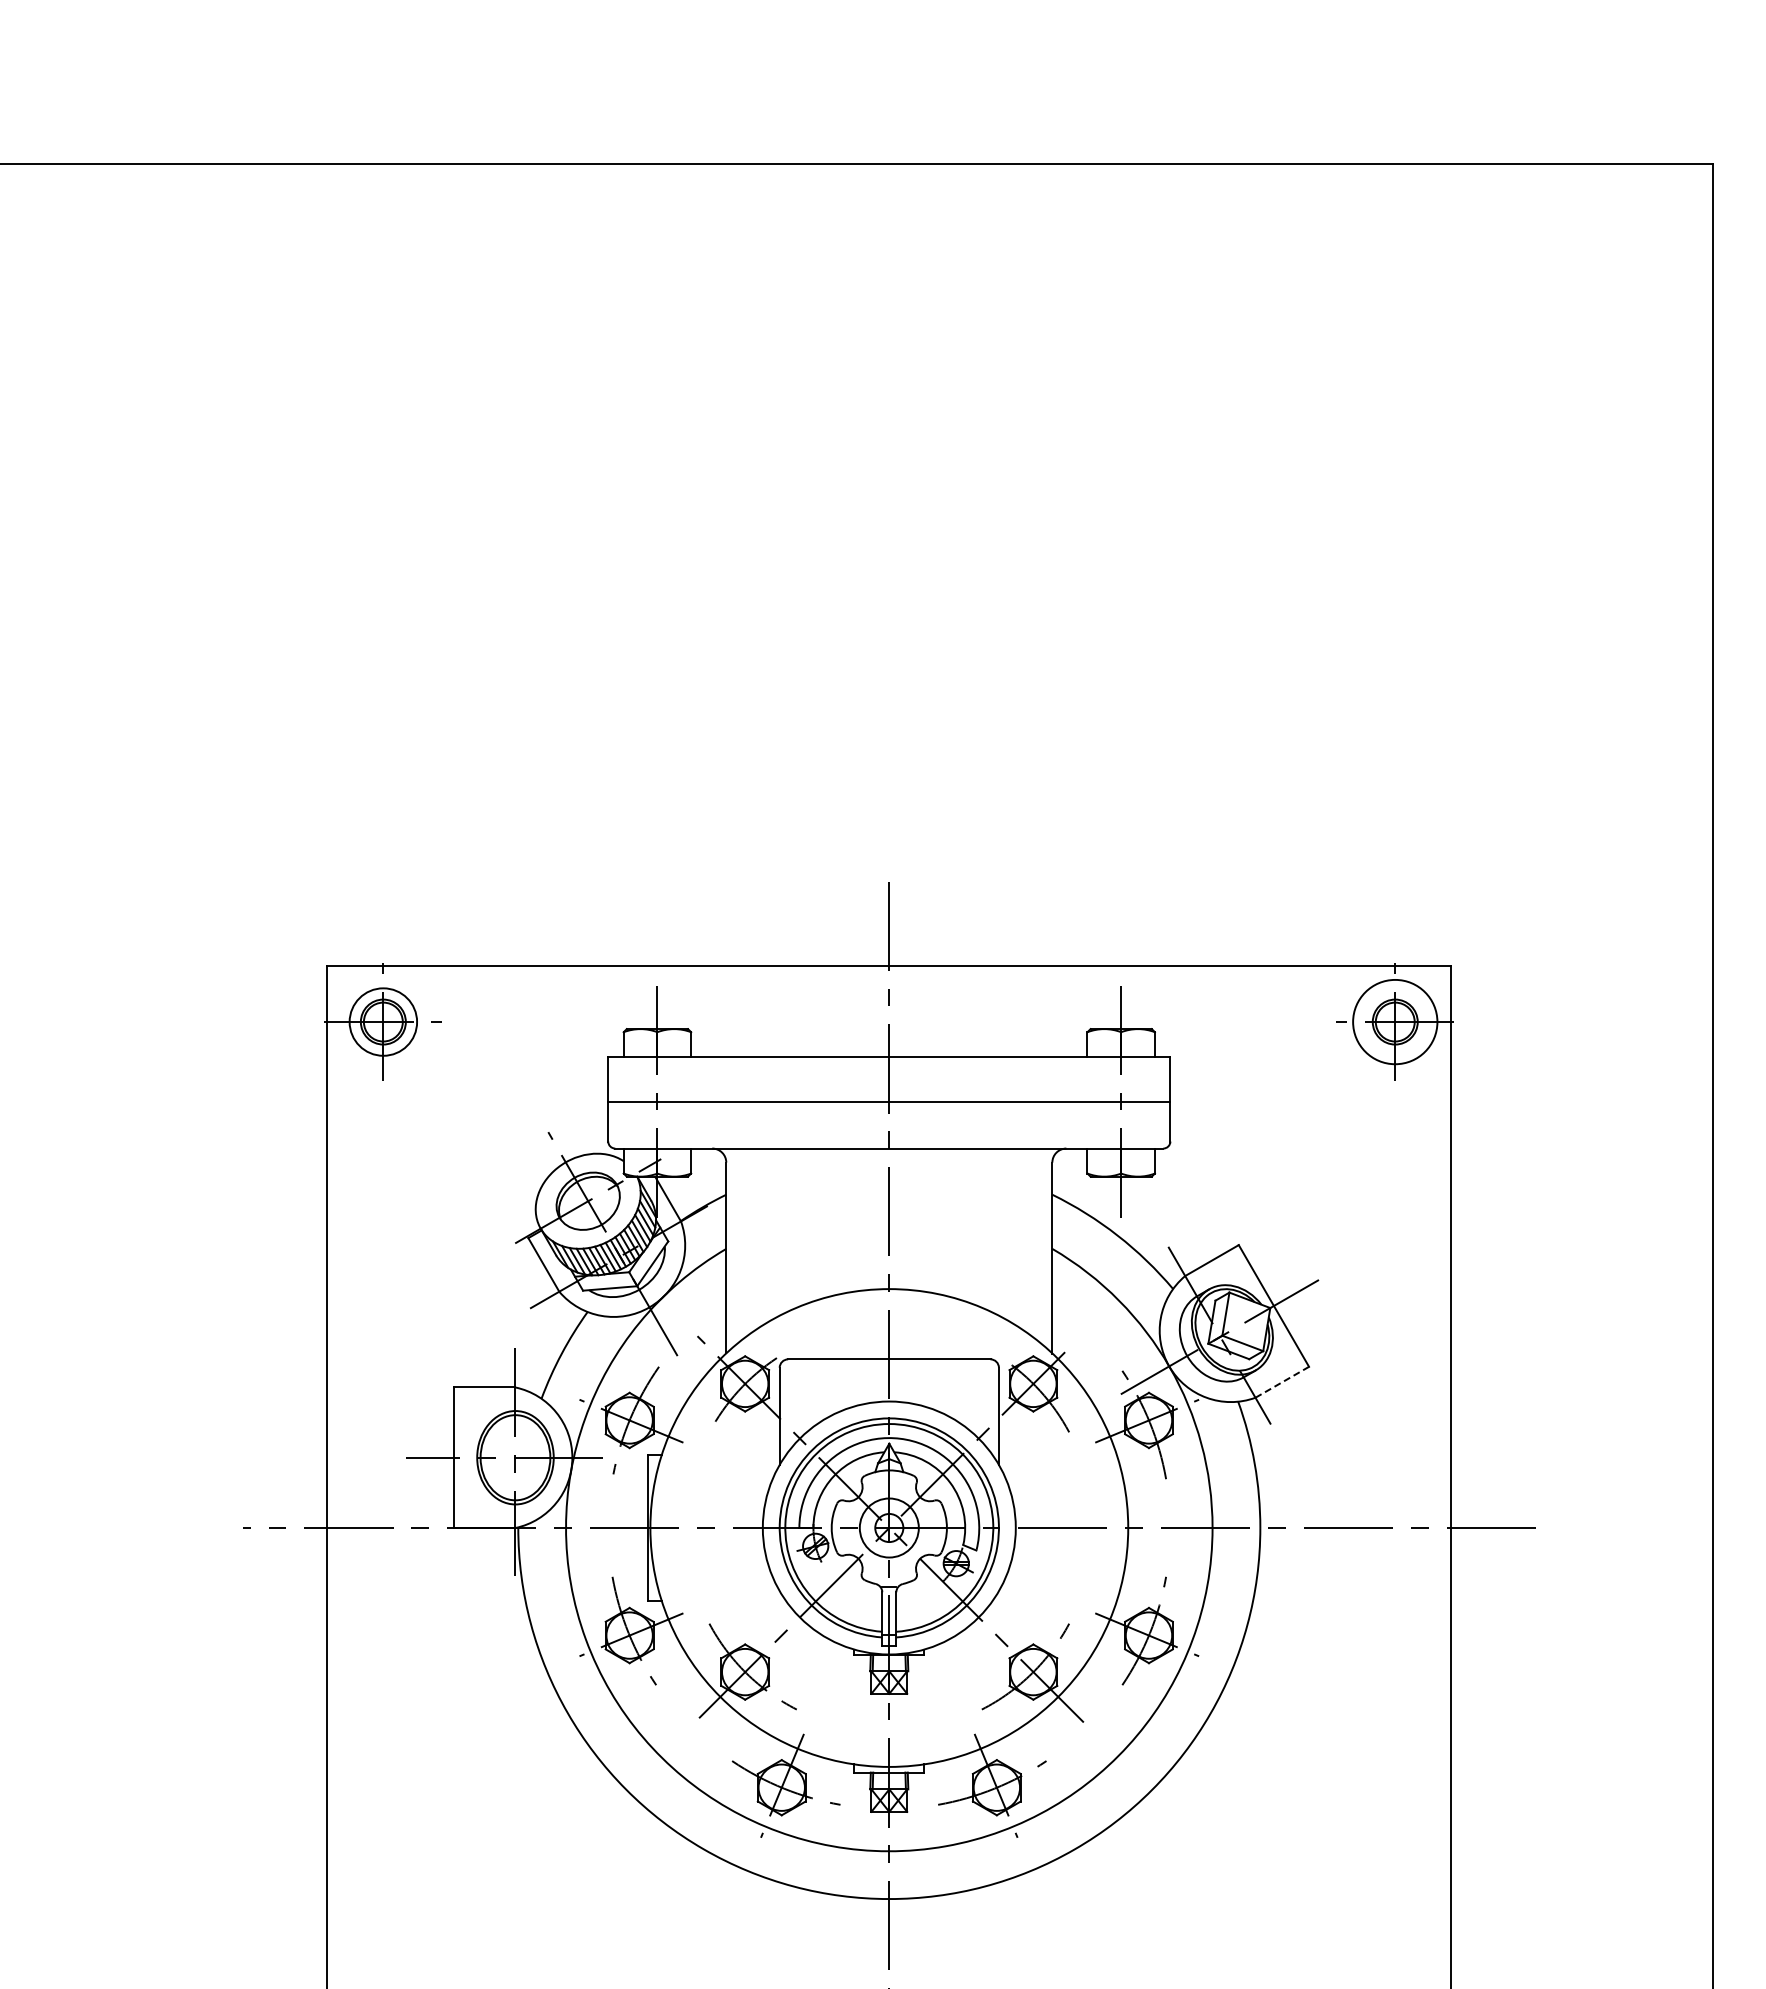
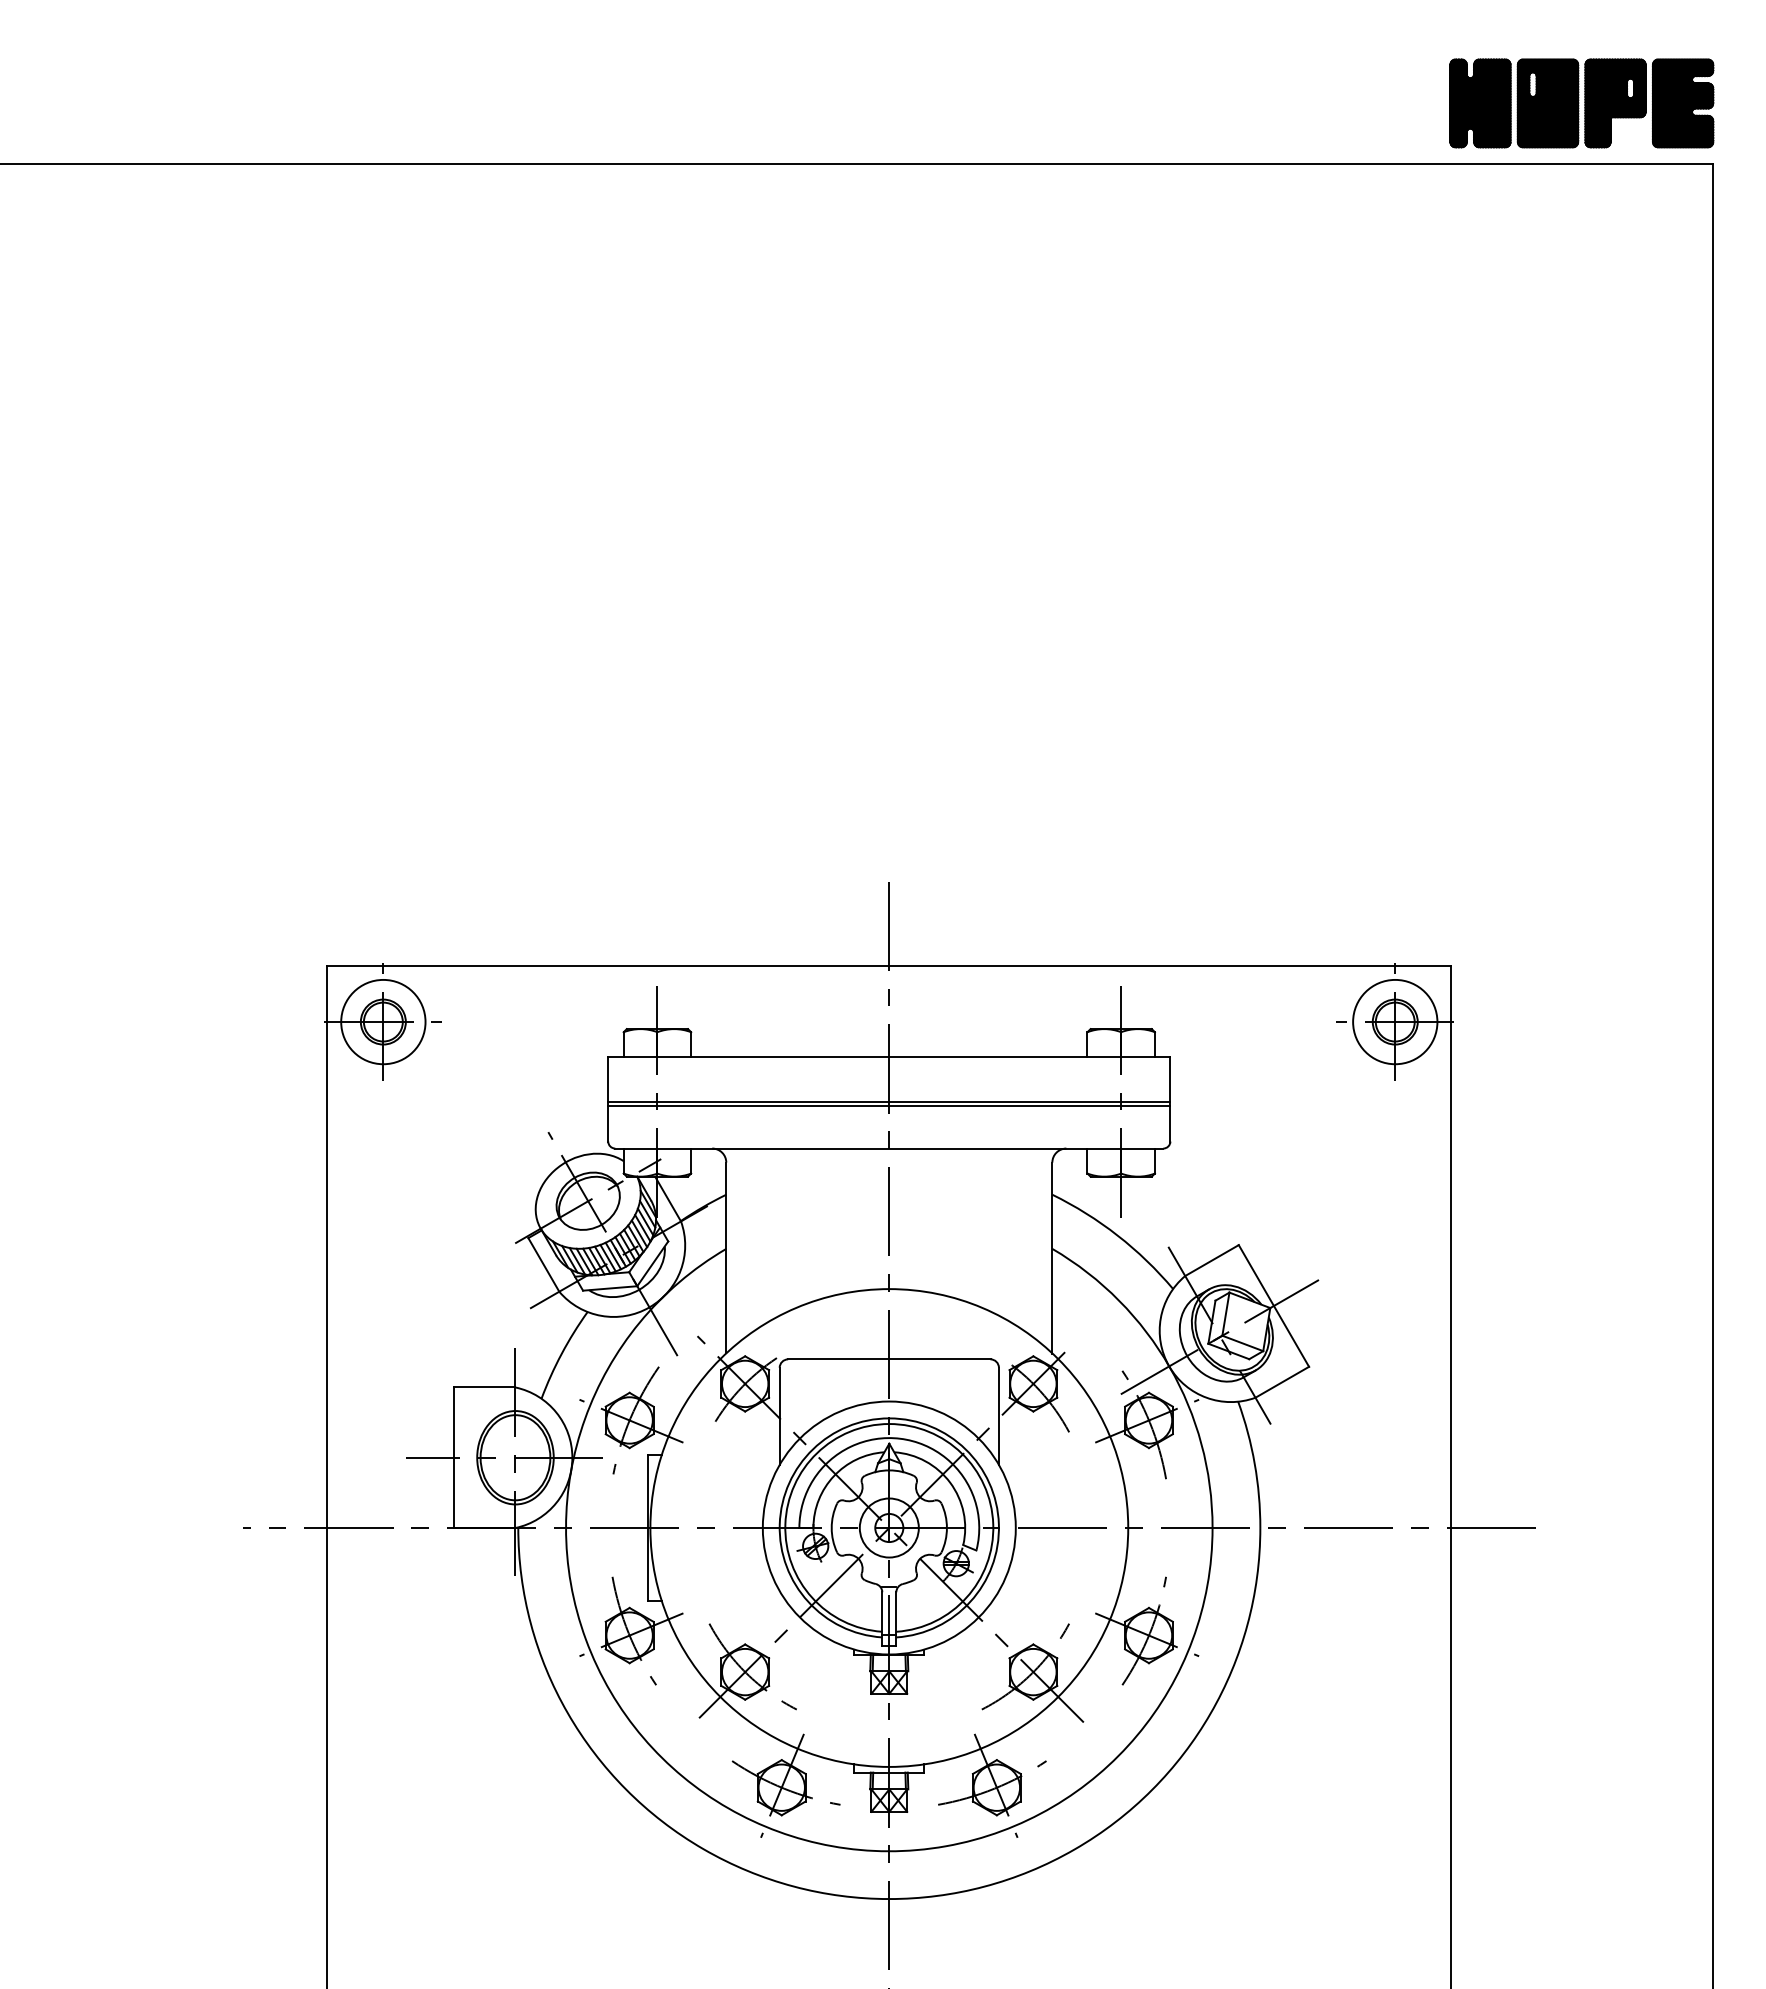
part at (1581, 103): none -> present
circle at (383, 1021) diameter: 67 px -> 84 px
line at (889, 1106): none -> present
line at (1282, 1382): dashed -> solid
